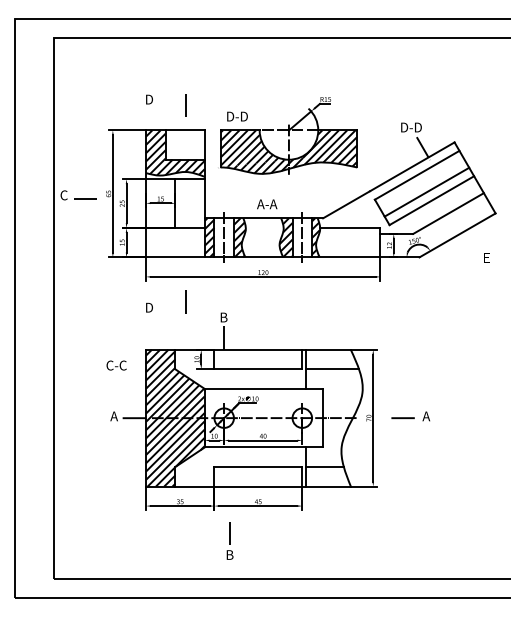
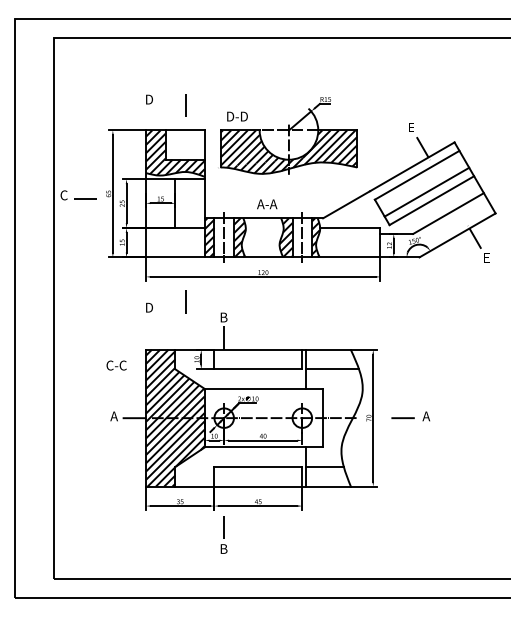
text at (411, 127): D-D -> E
line at (473, 235): none -> present
part at (229, 540) position: (229, 540) -> (223, 534)
